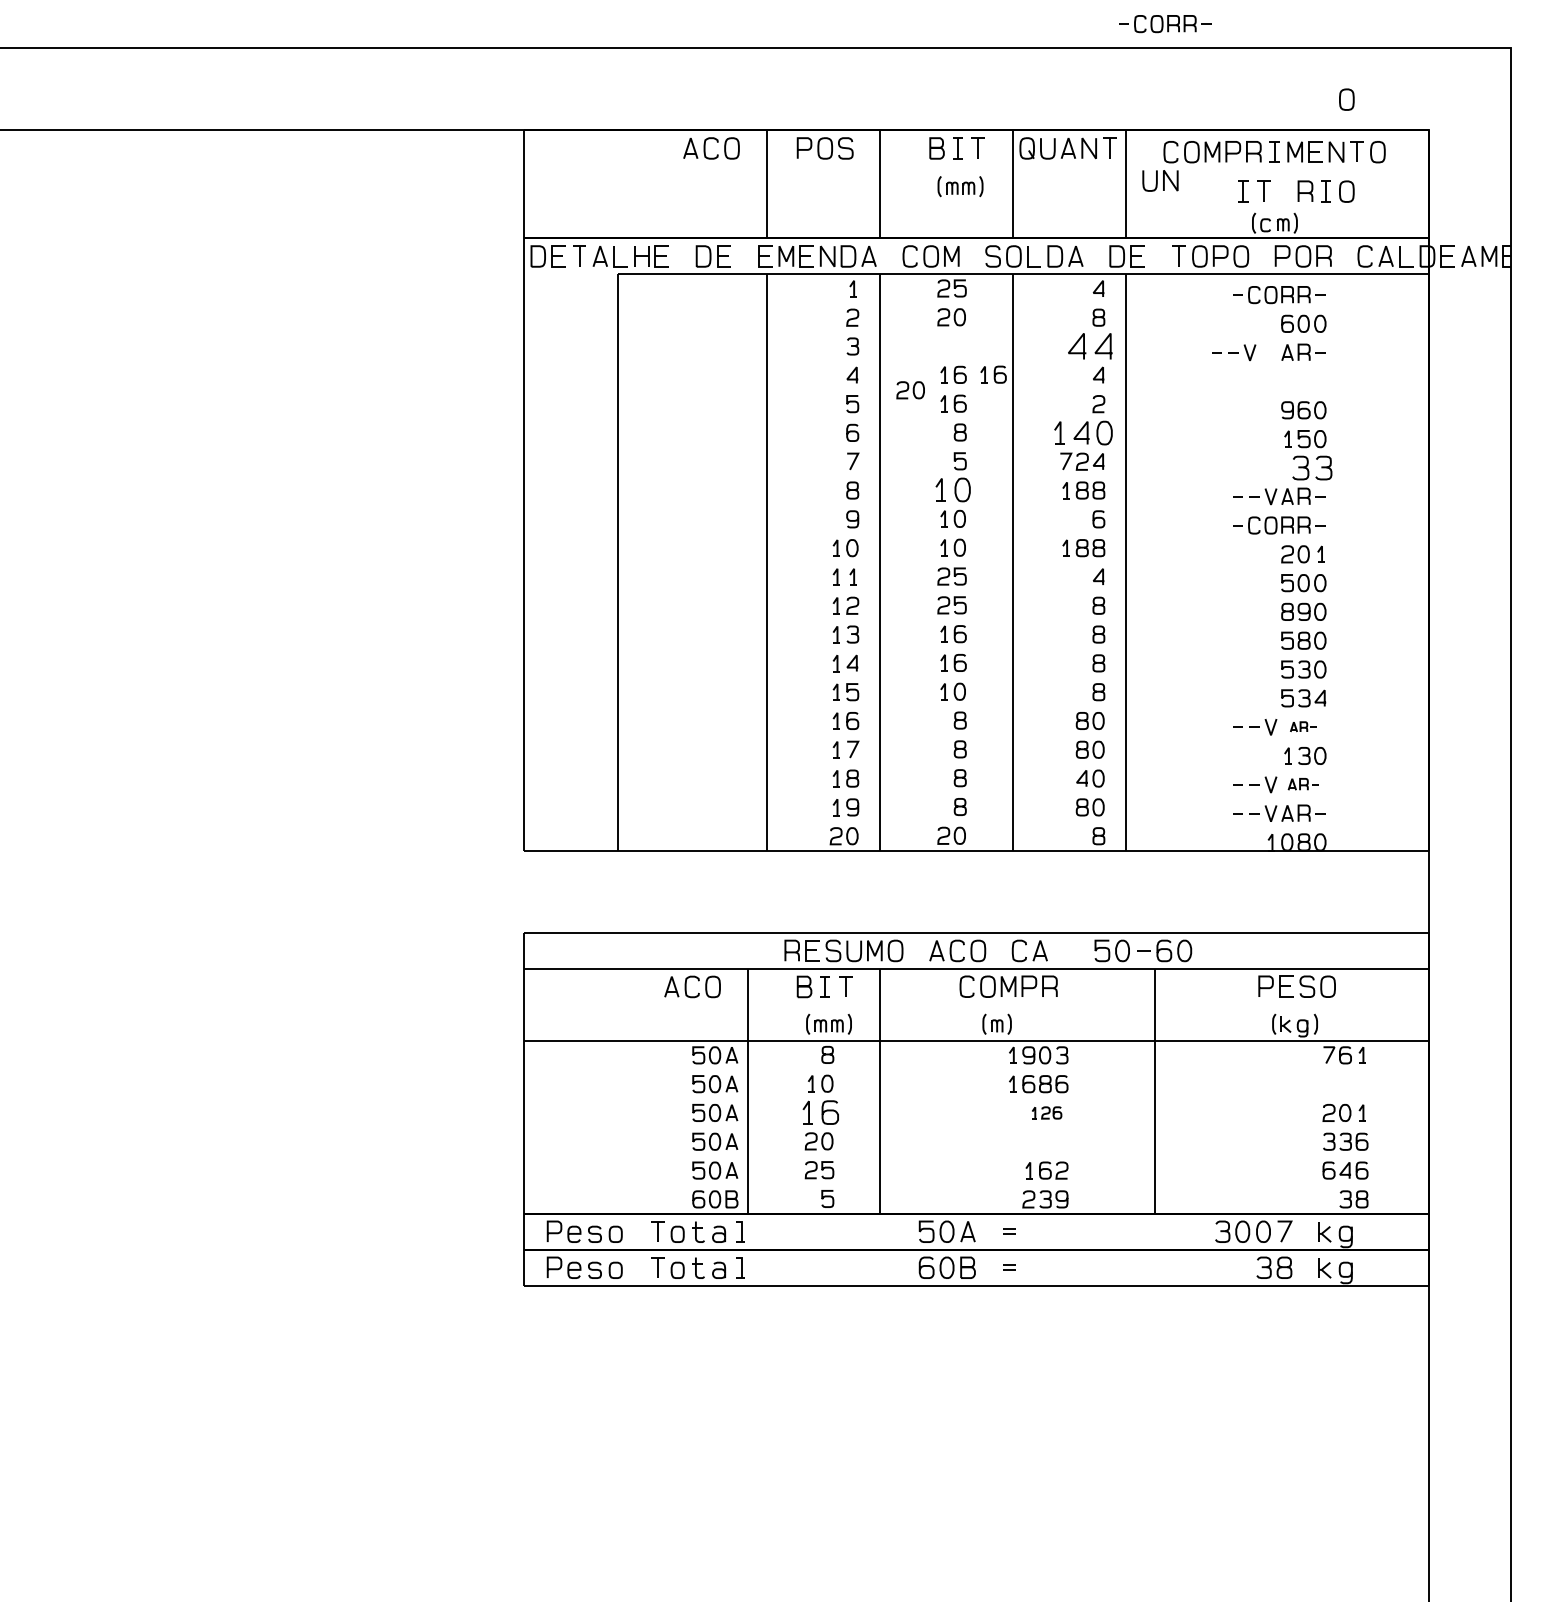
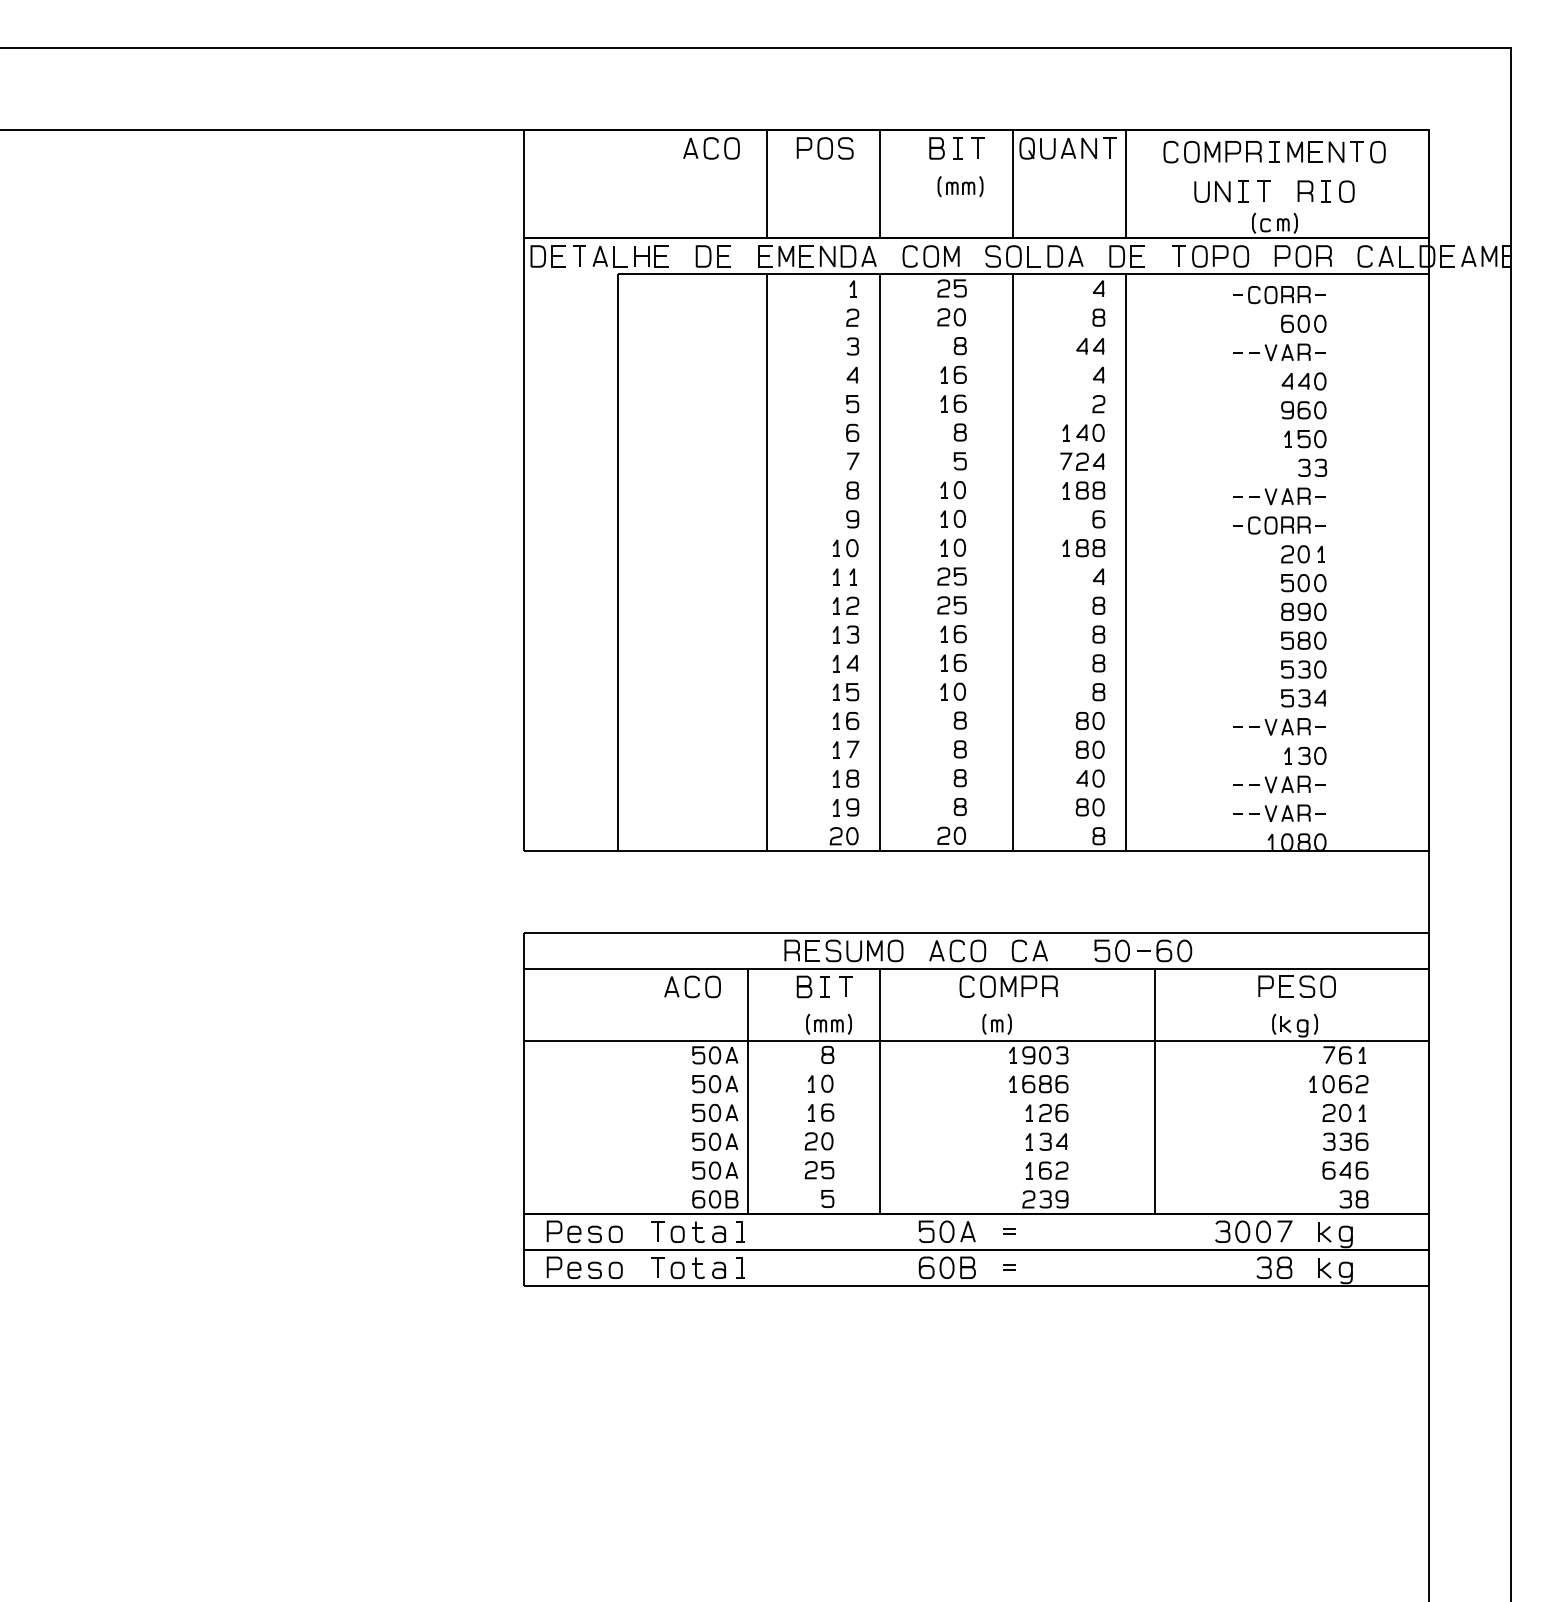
part at (1165, 24): present -> none
part at (1346, 99): present -> none
part at (1160, 180) position: (1160, 180) -> (1212, 191)
curve at (959, 346): none -> present
part at (1090, 346) size: 45x27 px -> 29x17 px
part at (1234, 352) position: (1234, 352) -> (1255, 352)
part at (993, 374): present -> none
part at (1303, 381): none -> present
part at (910, 390): present -> none
part at (1083, 432) size: 59x26 px -> 43x19 px
part at (1312, 467) size: 41x26 px -> 30x19 px
part at (952, 489) size: 36x26 px -> 26x19 px
part at (1303, 726) size: 27x12 px -> 45x18 px
part at (1302, 784) size: 32x13 px -> 45x18 px
part at (1338, 1084): none -> present
part at (820, 1112) size: 37x25 px -> 27x19 px
part at (1047, 1112) size: 31x14 px -> 44x18 px
part at (1046, 1141): none -> present
